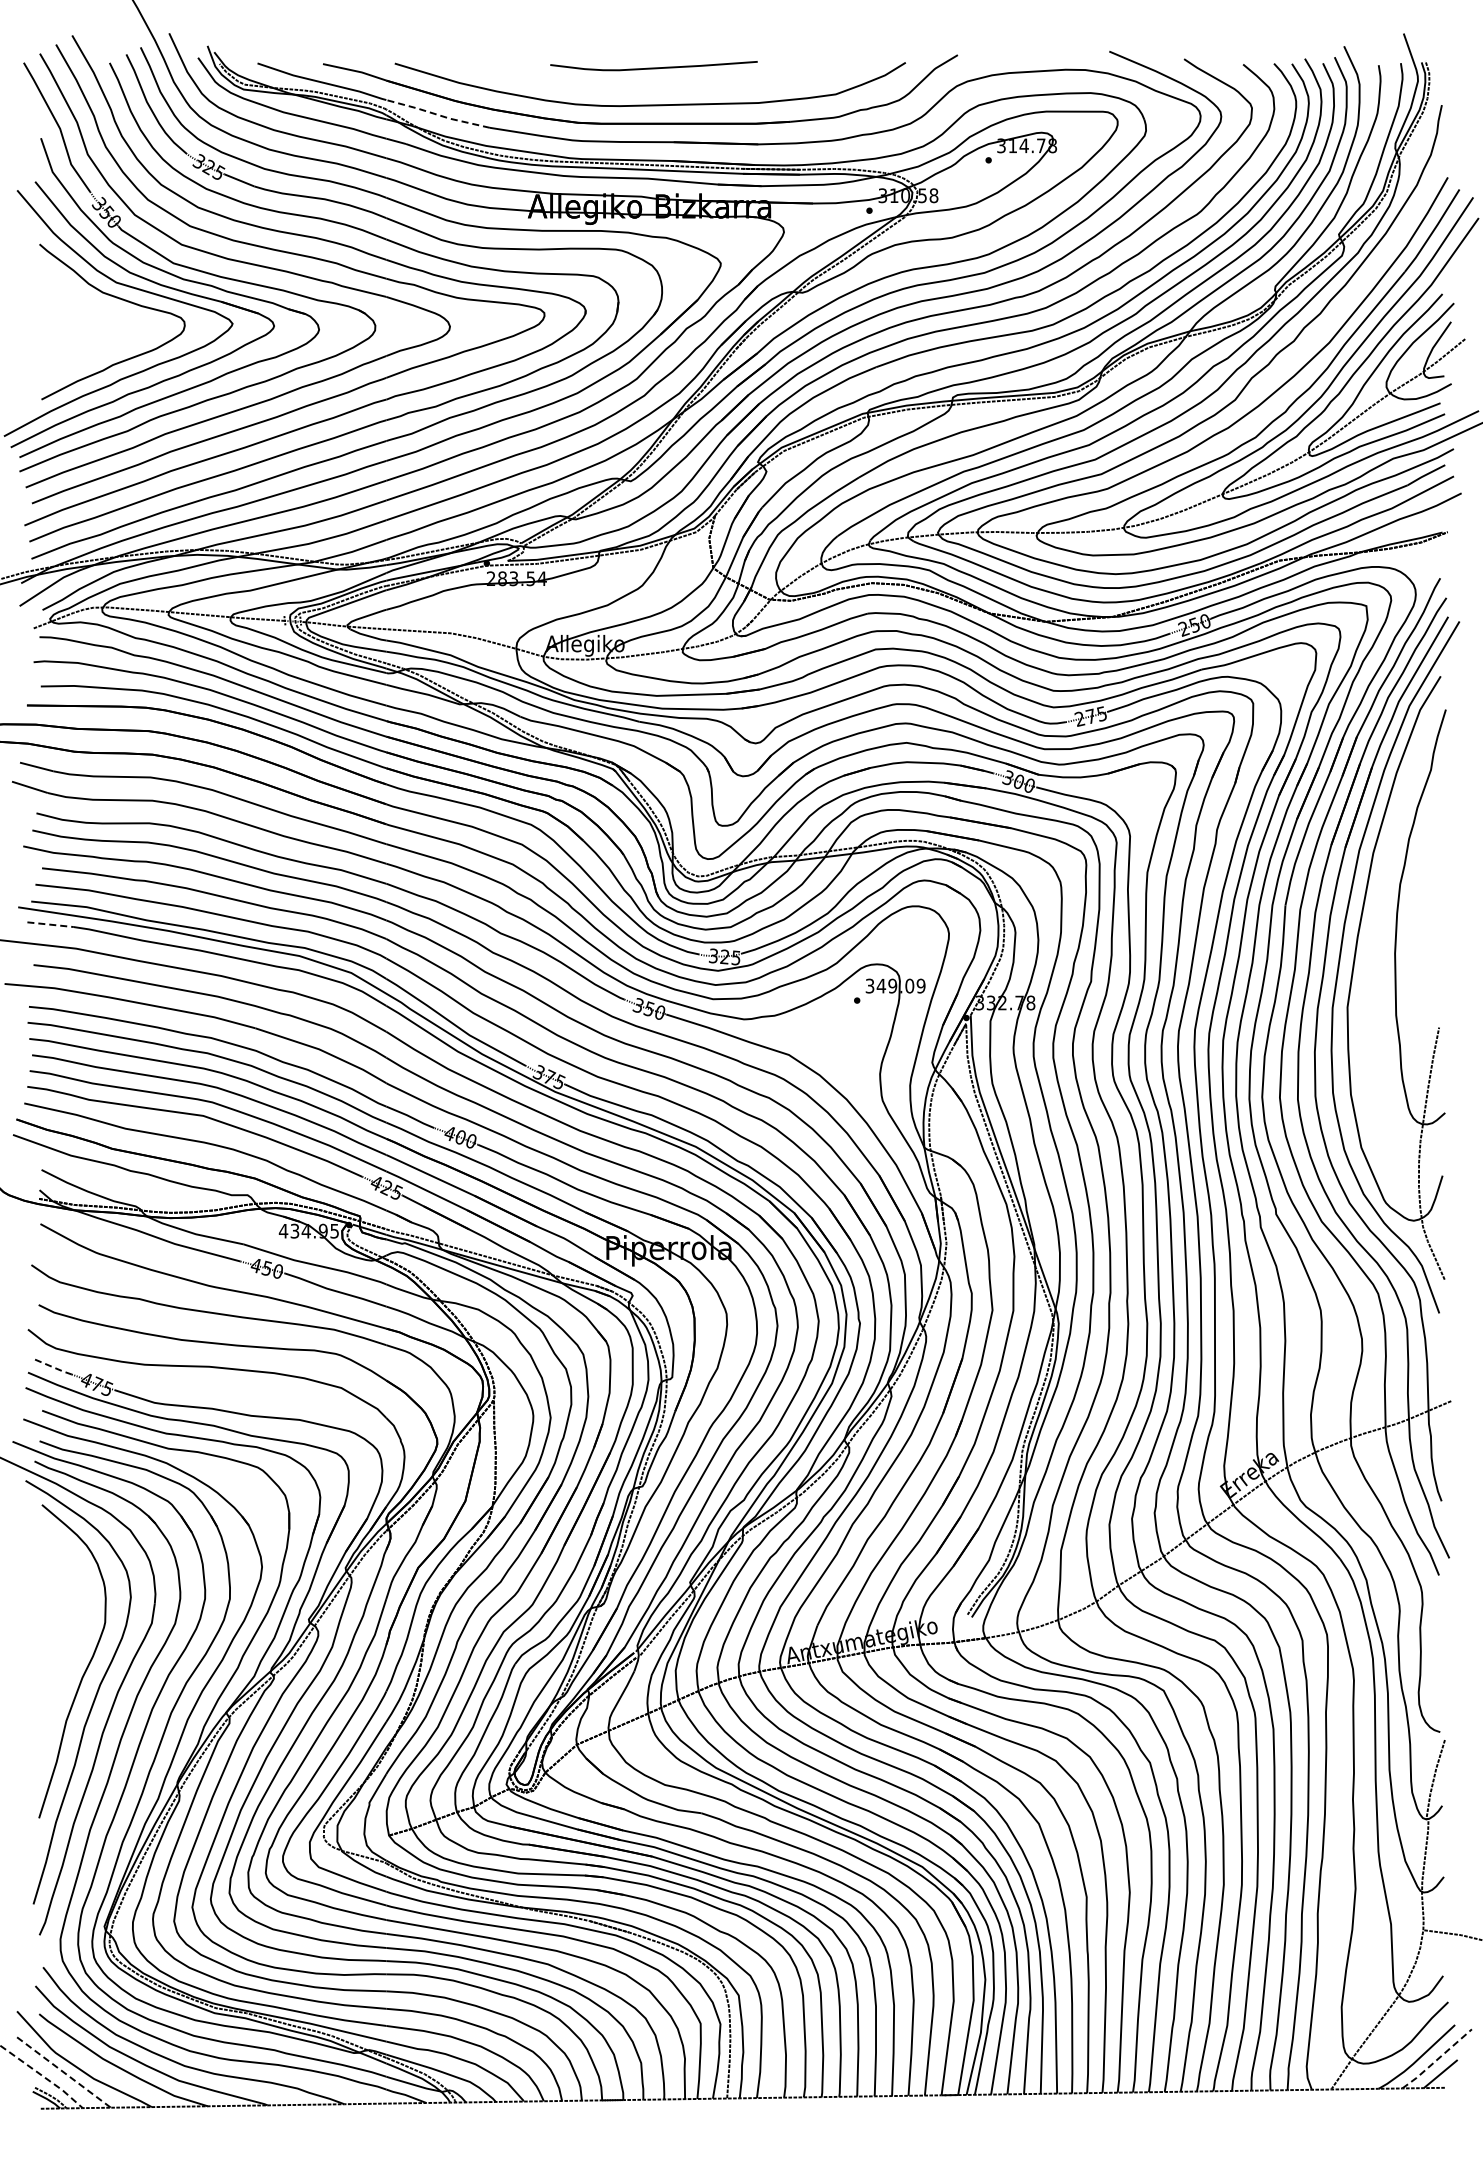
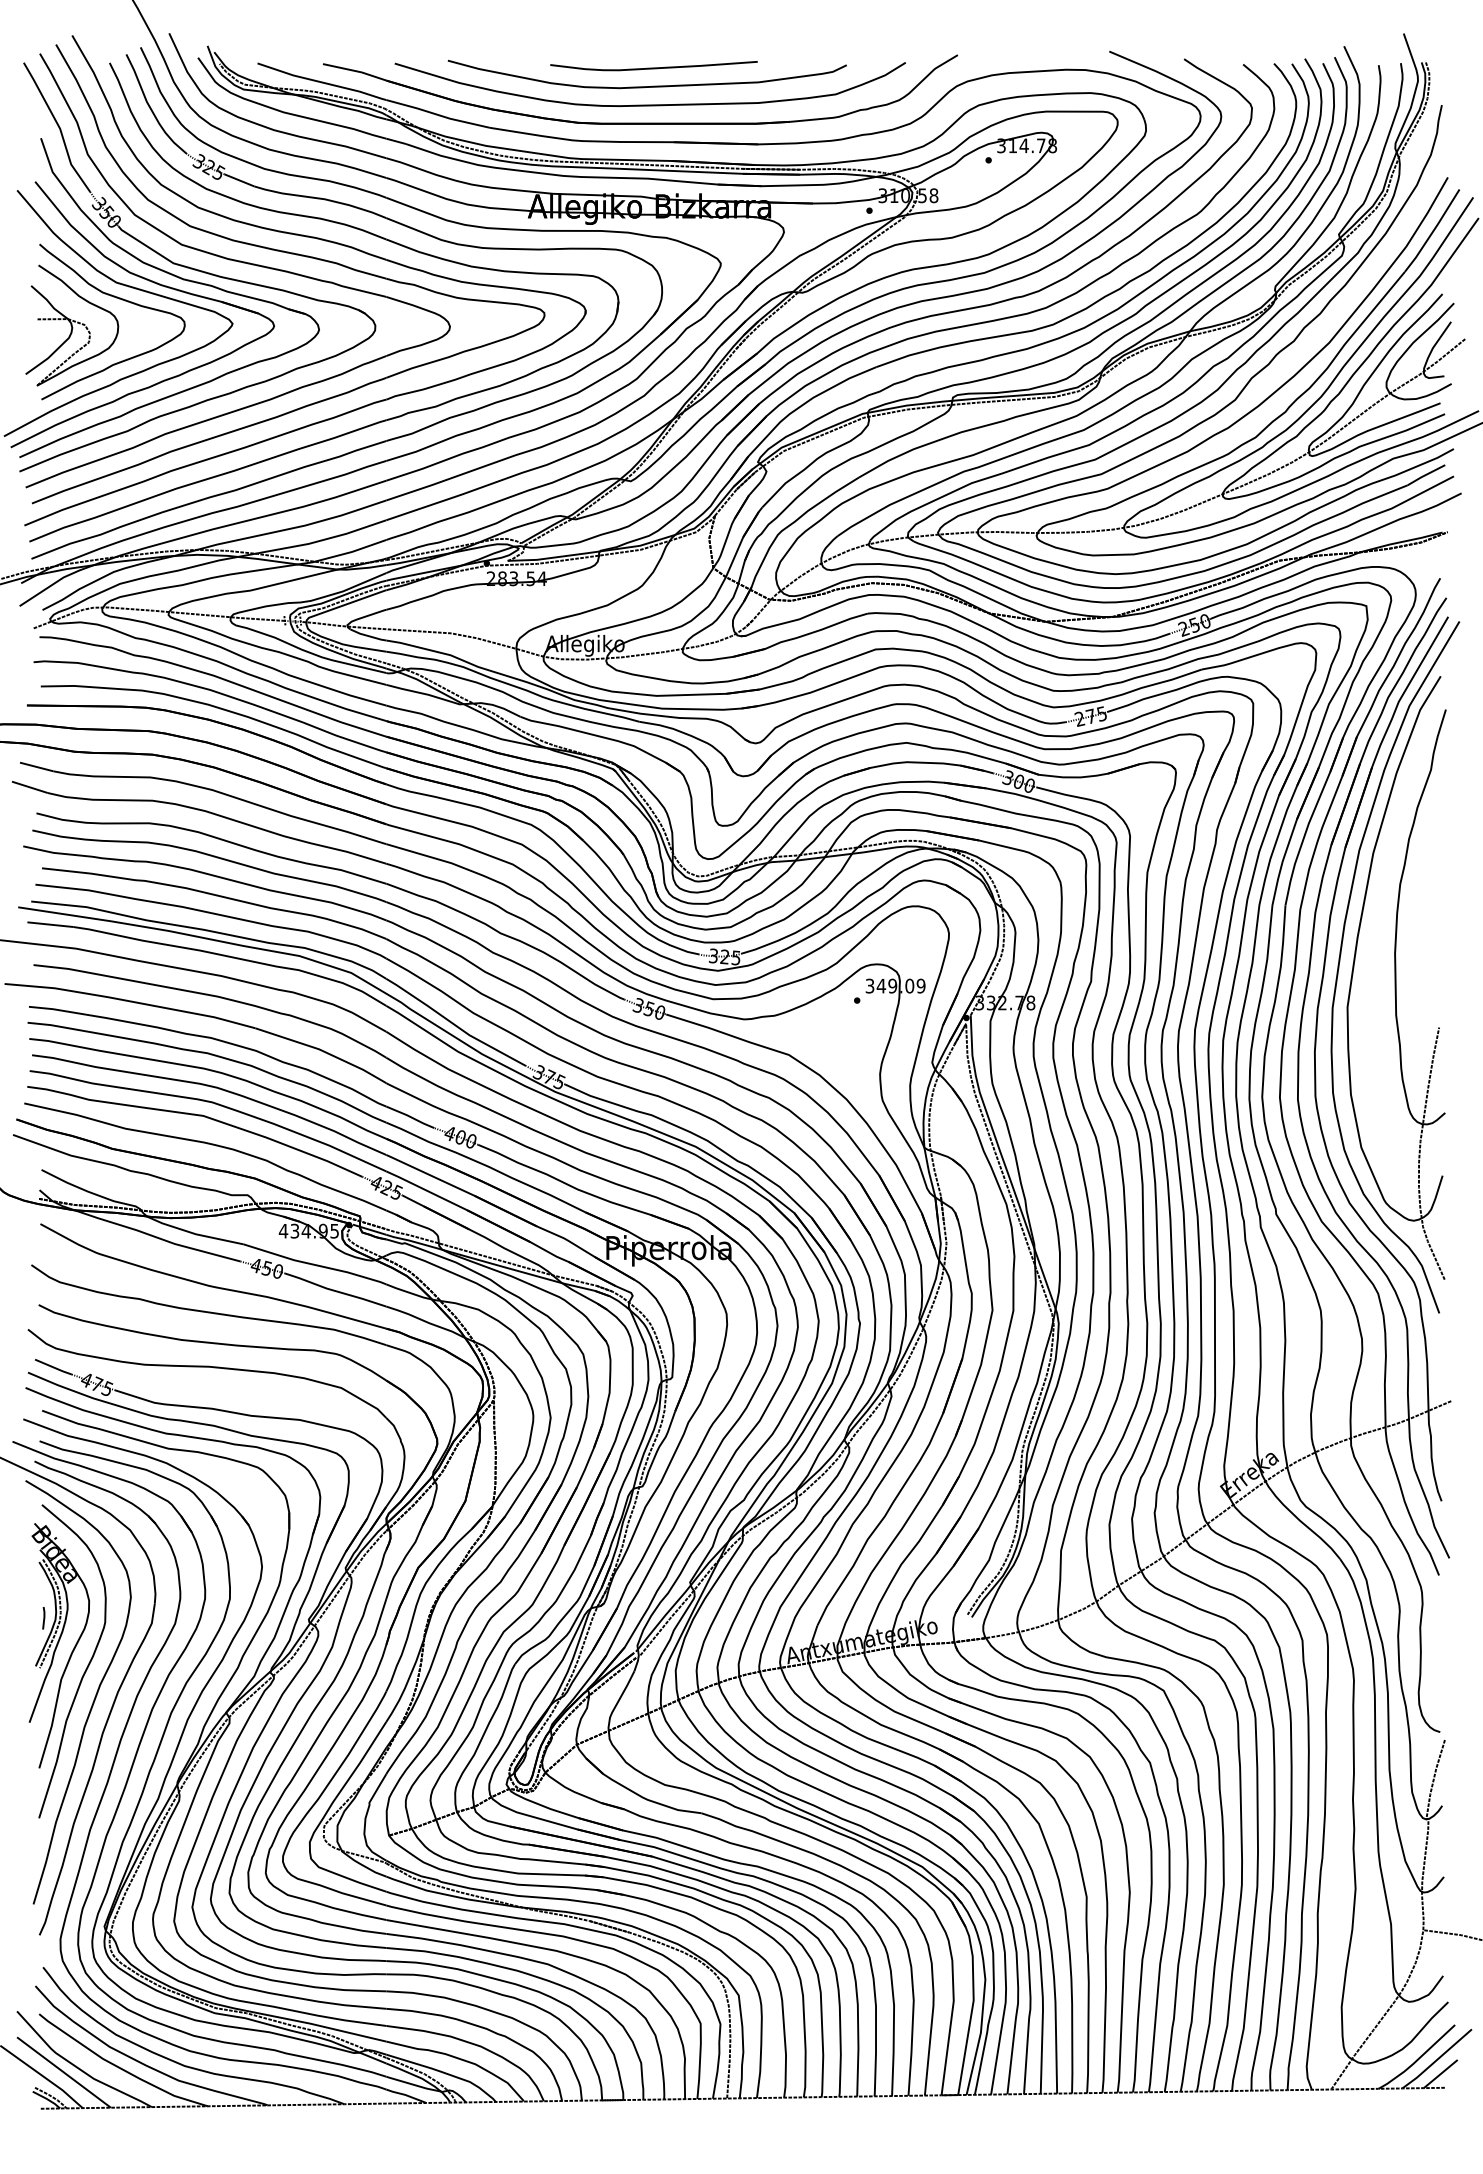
curve at (646, 86): none -> present
line at (436, 114): dashed -> solid
part at (72, 325): none -> present
line at (51, 924): dashed -> solid
line at (53, 1367): dashed -> solid
part at (59, 1645): none -> present
line at (1437, 2059): dashed -> solid
line at (64, 2072): dashed -> solid
line at (43, 2076): dashed -> solid
